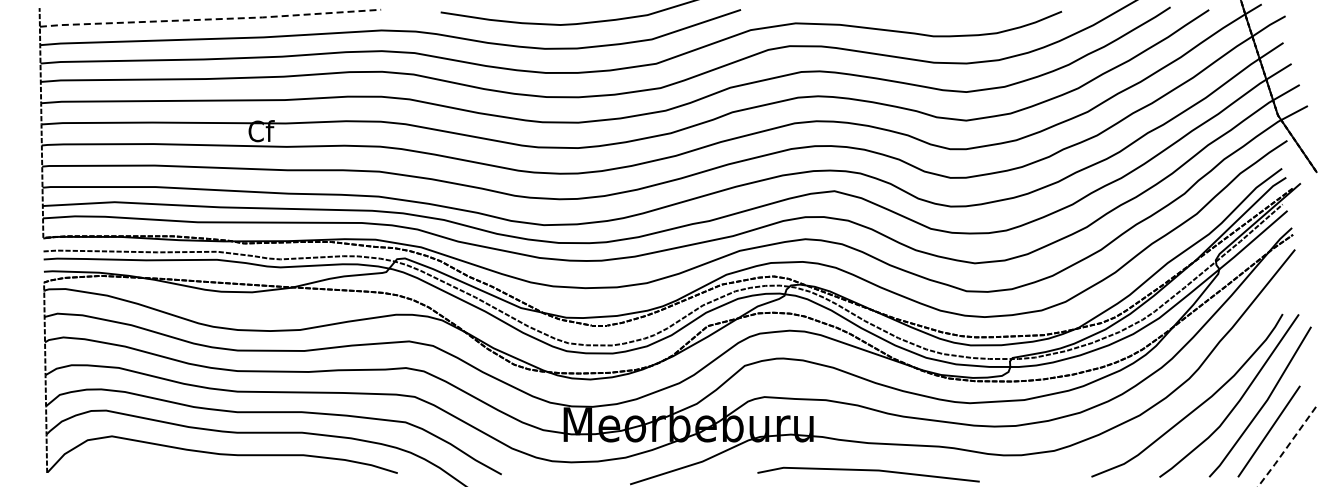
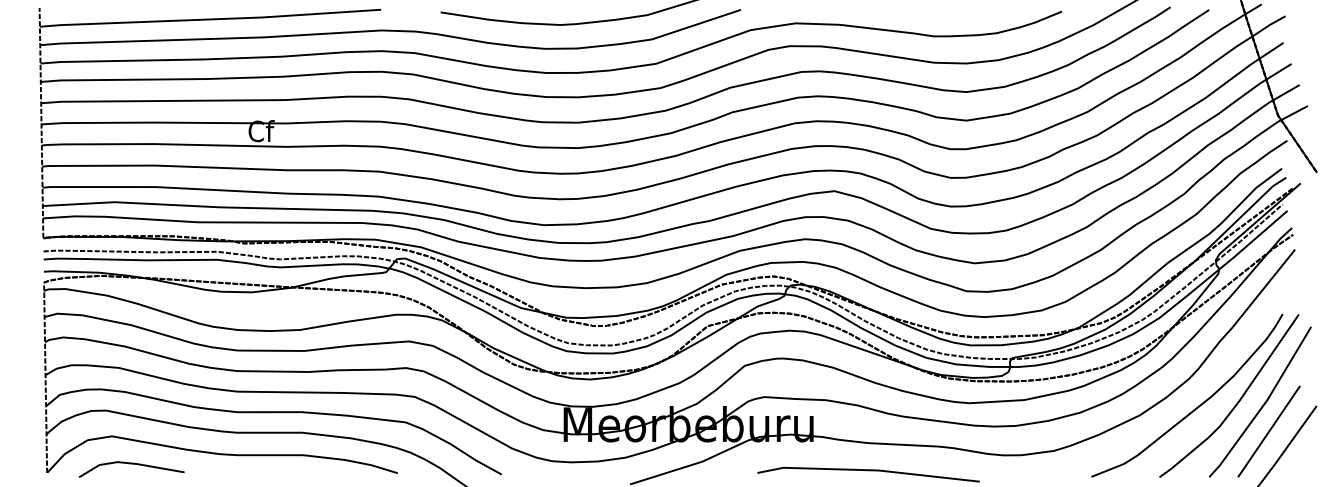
line at (210, 19): dashed -> solid
line at (1287, 446): dashed -> solid
line at (131, 464): none -> present
